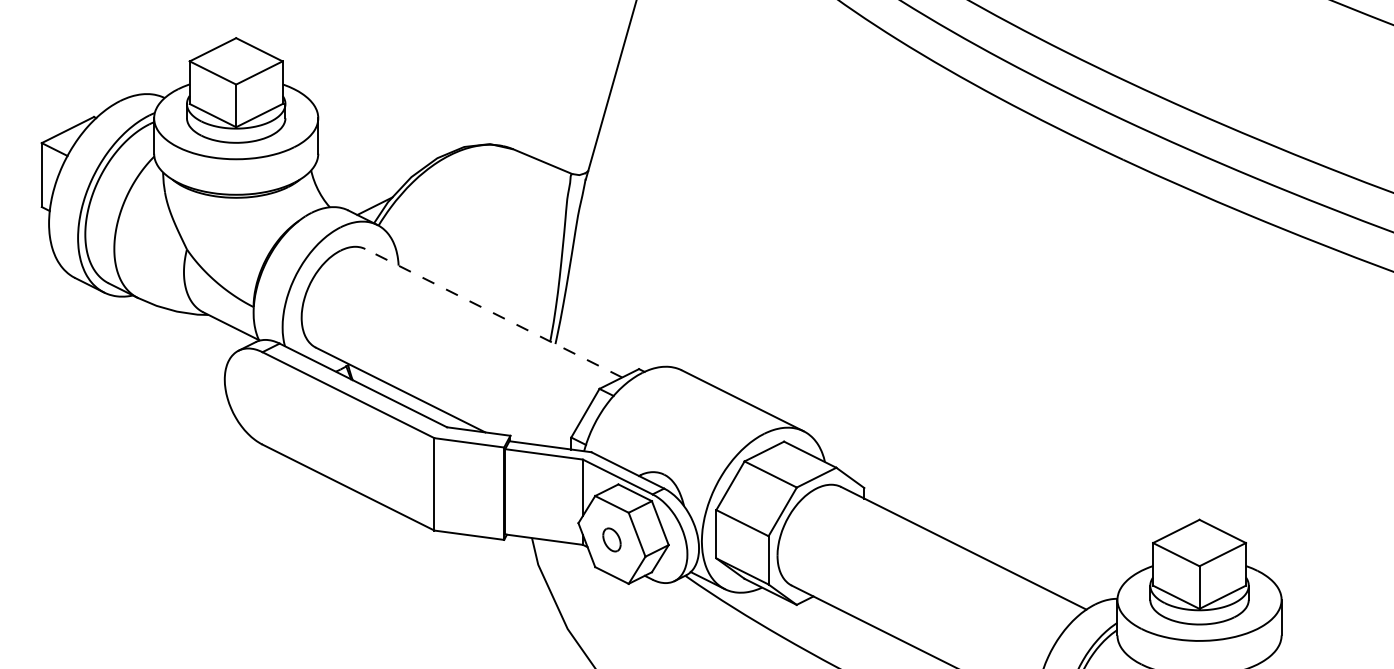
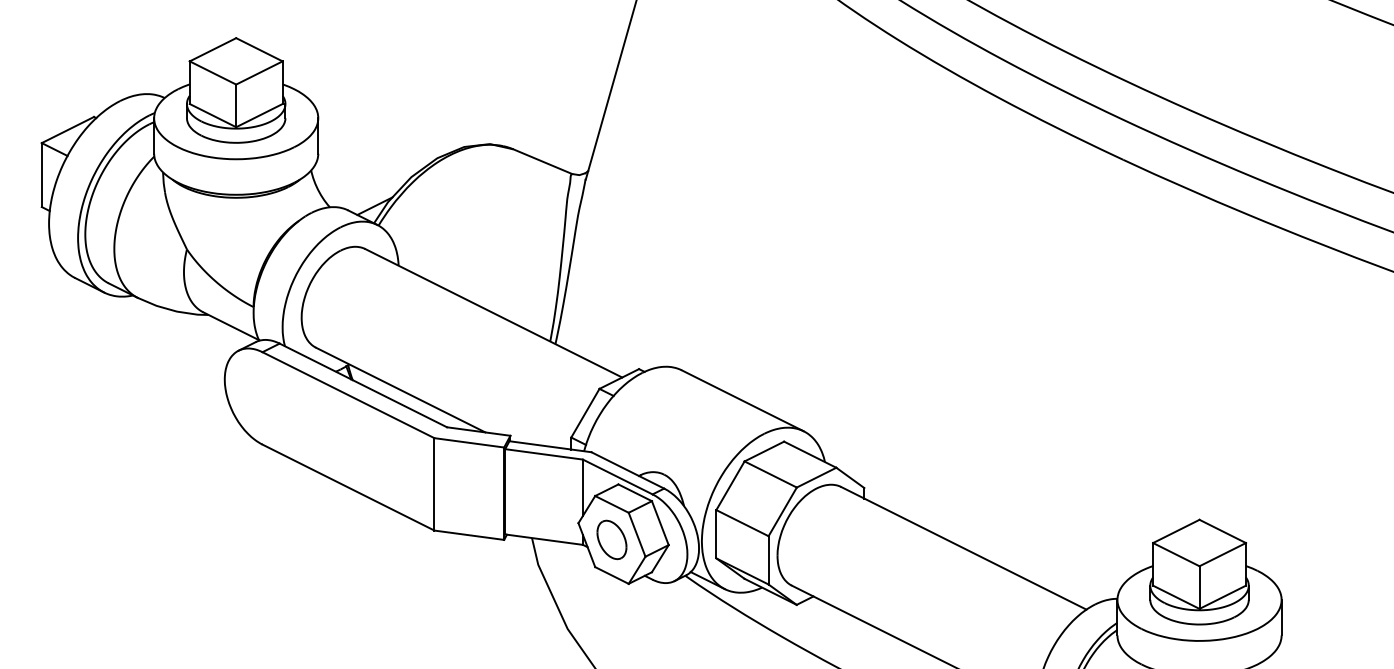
line at (493, 313): dashed -> solid
part at (611, 539) size: 20x26 px -> 32x42 px
